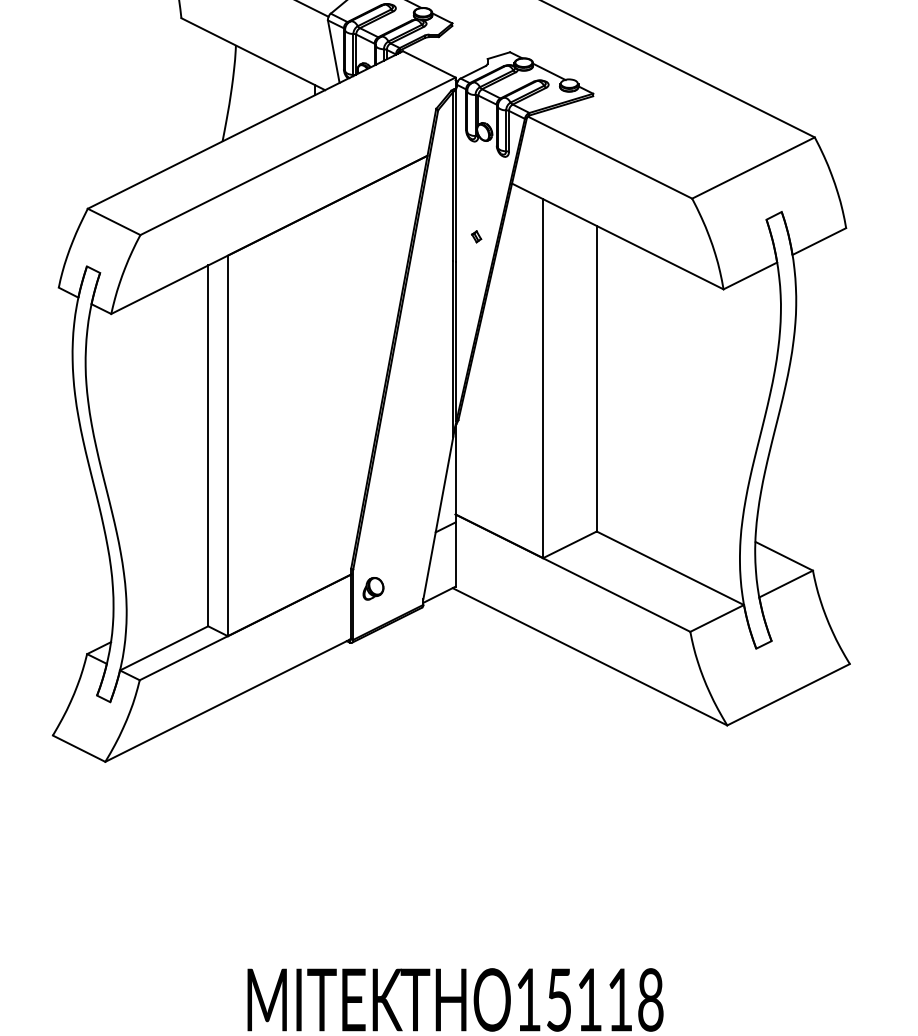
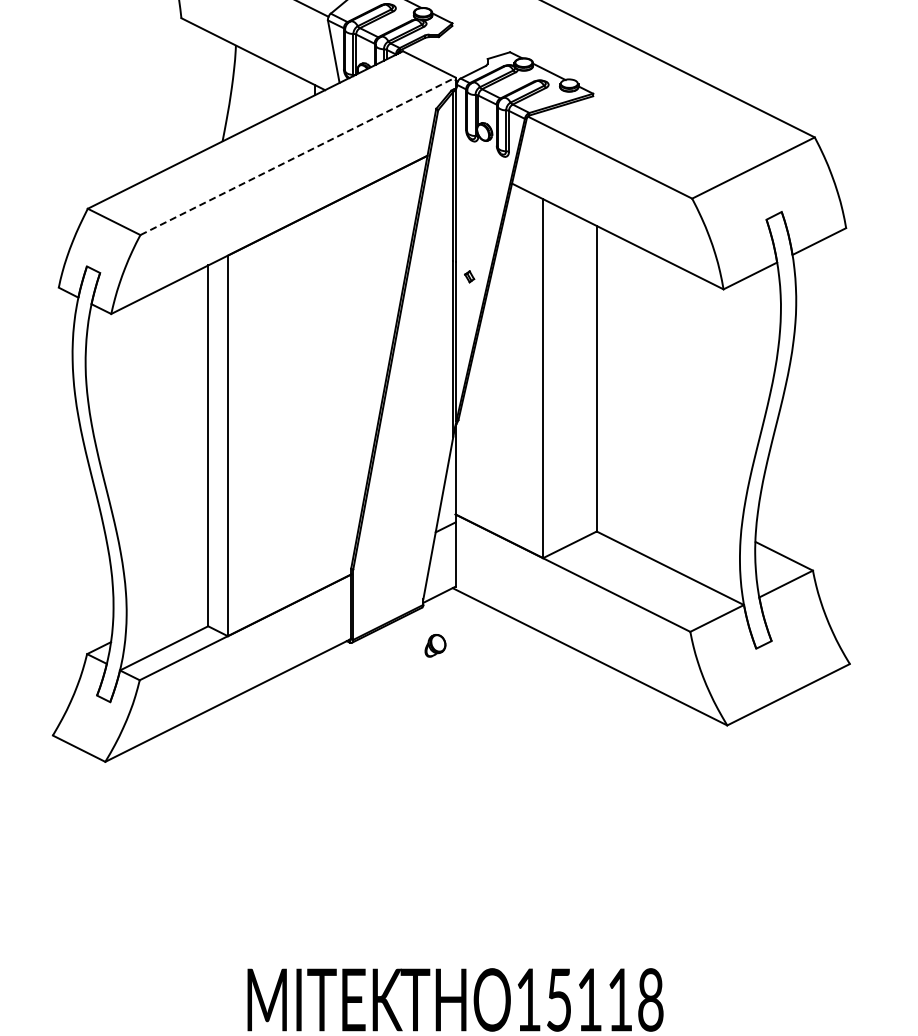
line at (298, 156): solid -> dashed
part at (476, 236) position: (476, 236) -> (469, 276)
part at (373, 588) position: (373, 588) -> (435, 645)
